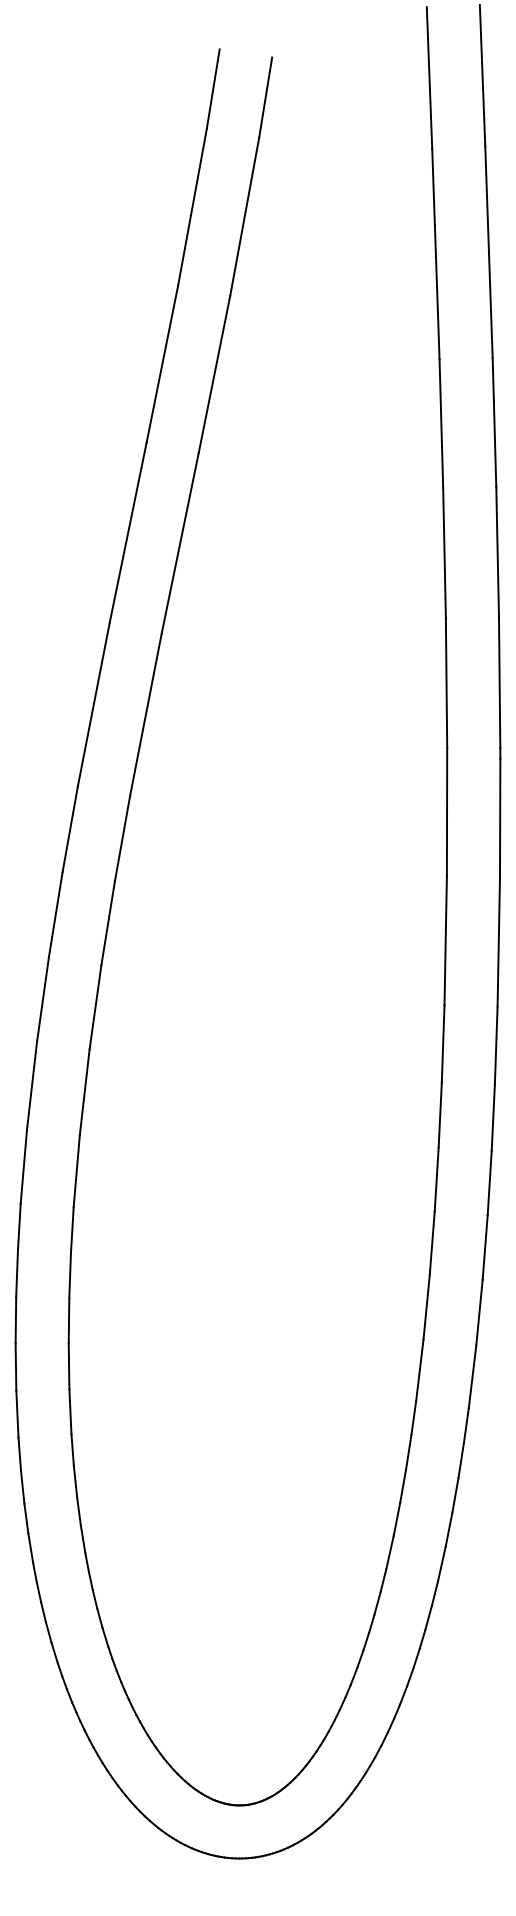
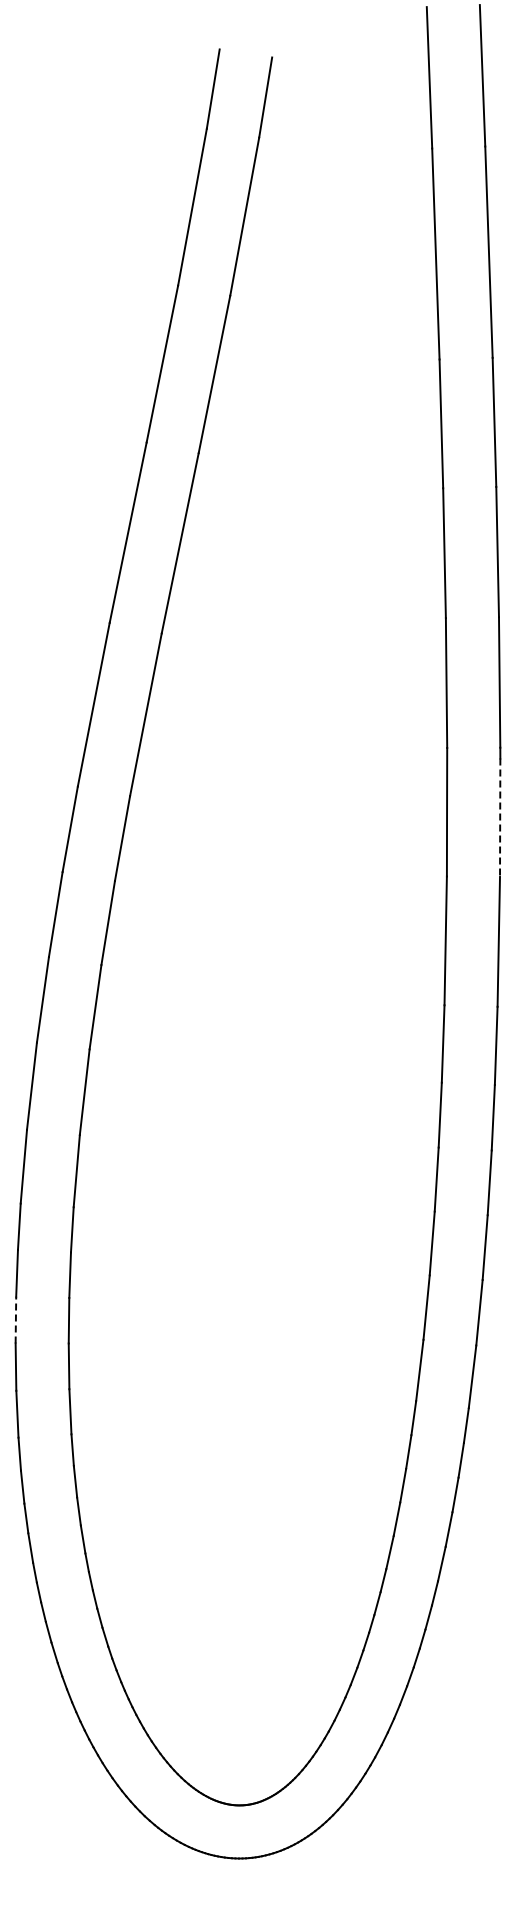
line at (500, 818): solid -> dashed
line at (15, 1319): solid -> dashed
